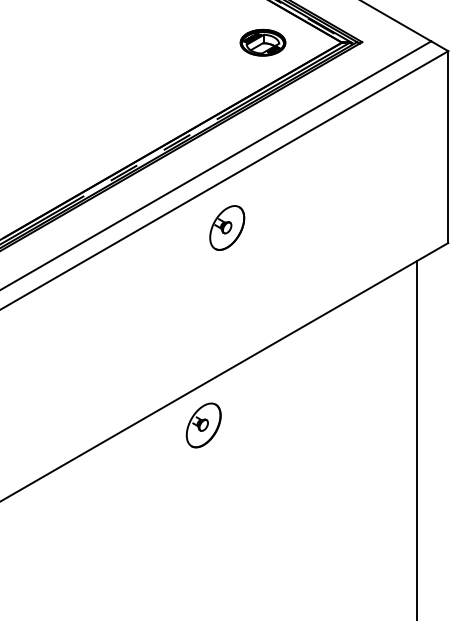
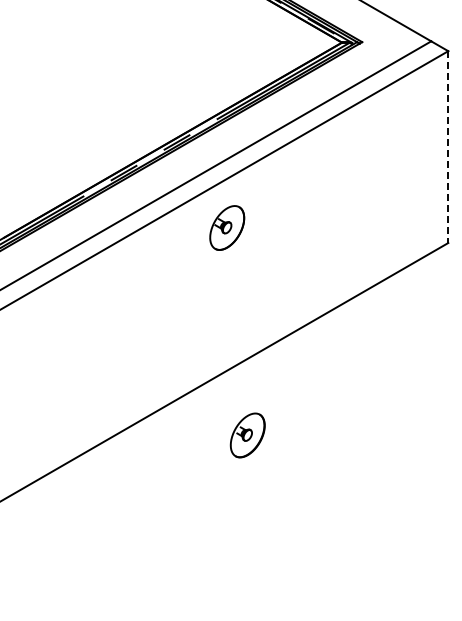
part at (262, 42): present -> none
line at (448, 147): solid -> dashed
part at (203, 425) position: (203, 425) -> (247, 435)
line at (416, 439): present -> none
